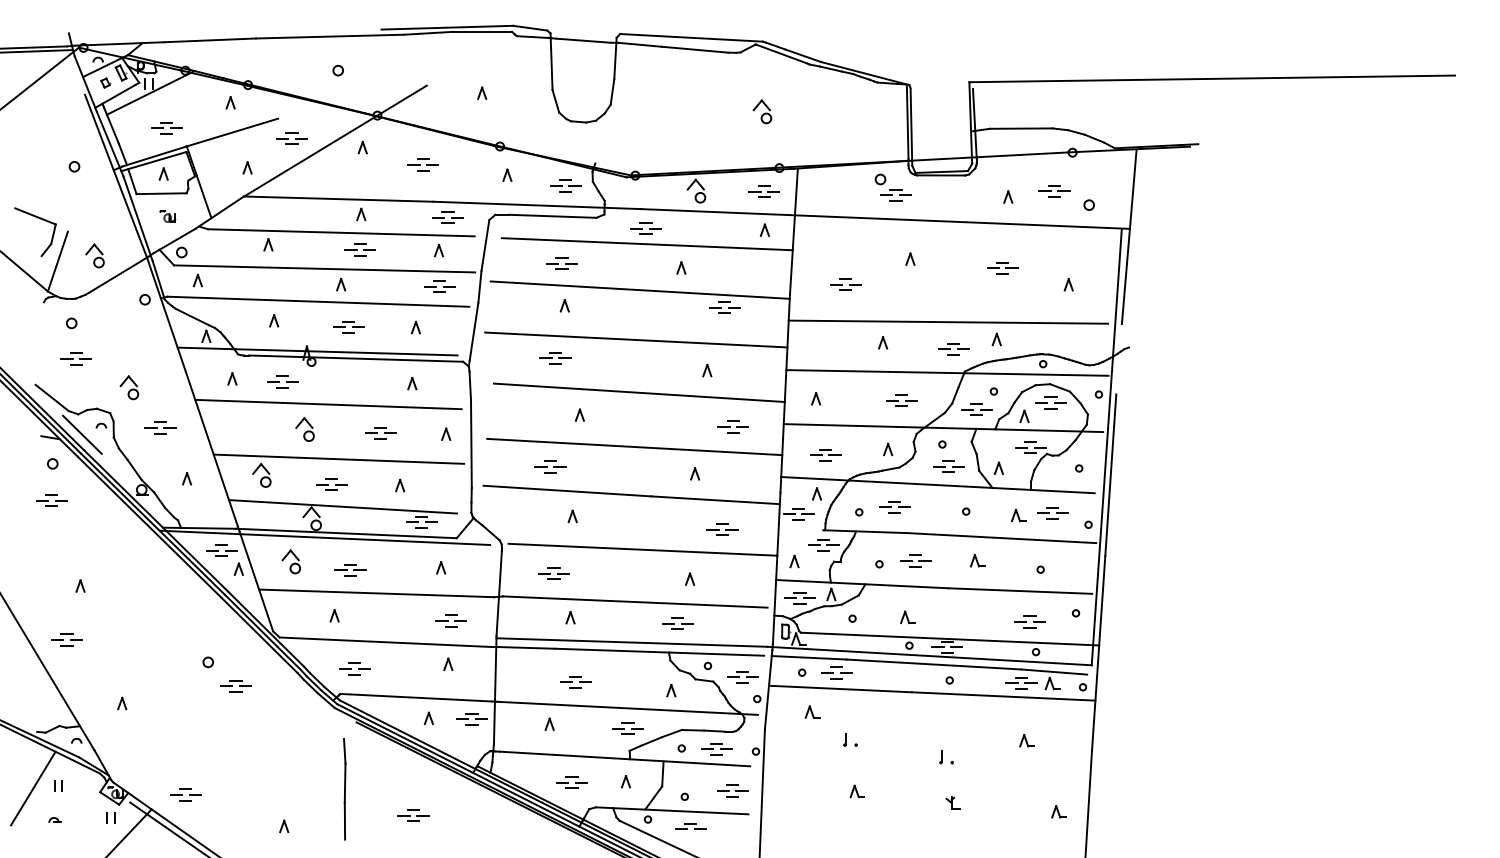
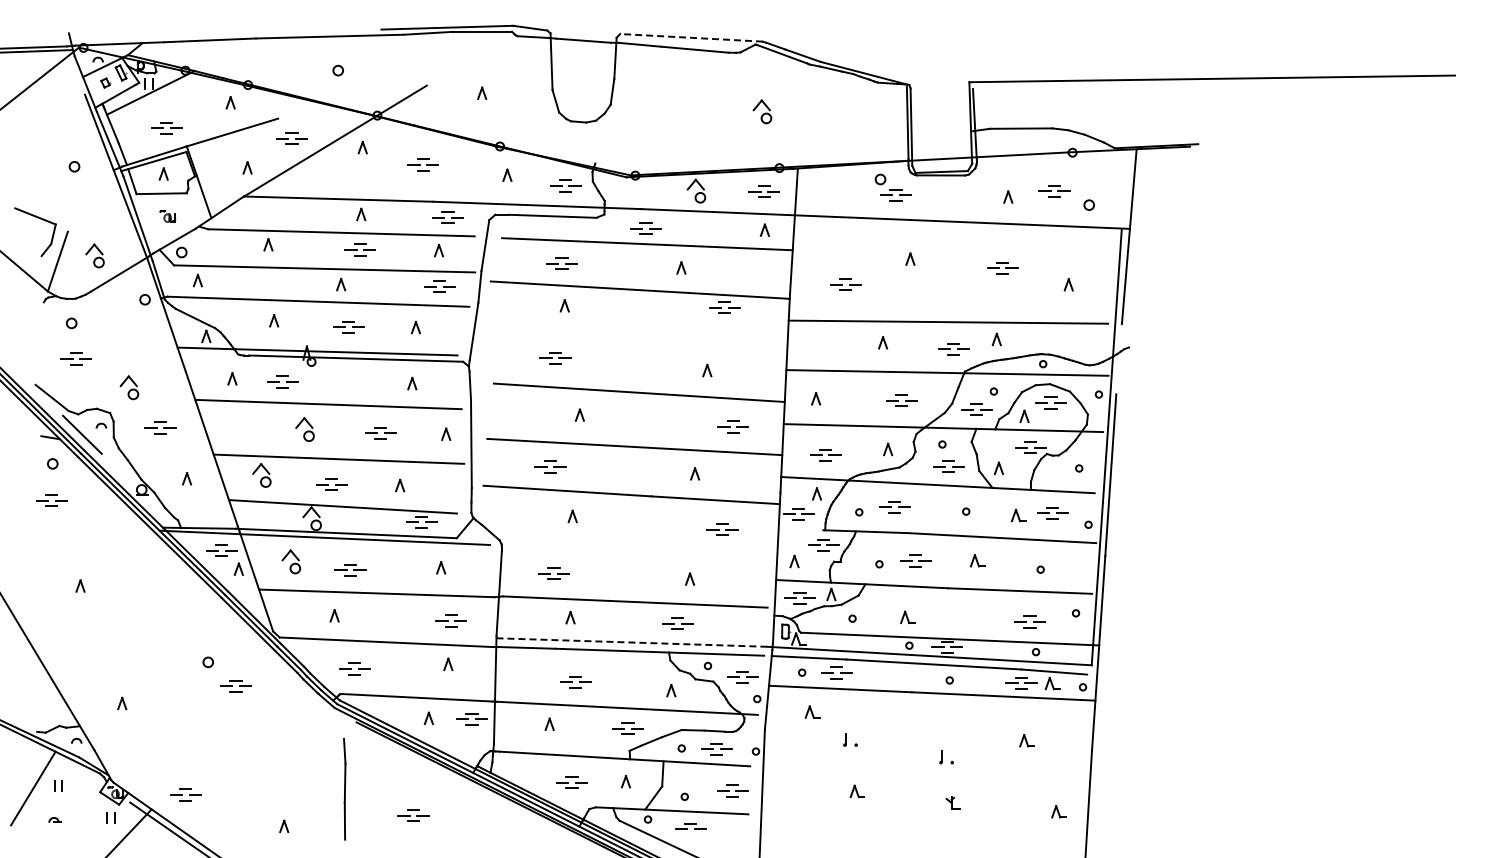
line at (691, 37): solid -> dashed
line at (636, 339): present -> none
line at (642, 549): present -> none
part at (66, 639): present -> none
line at (632, 642): solid -> dashed
